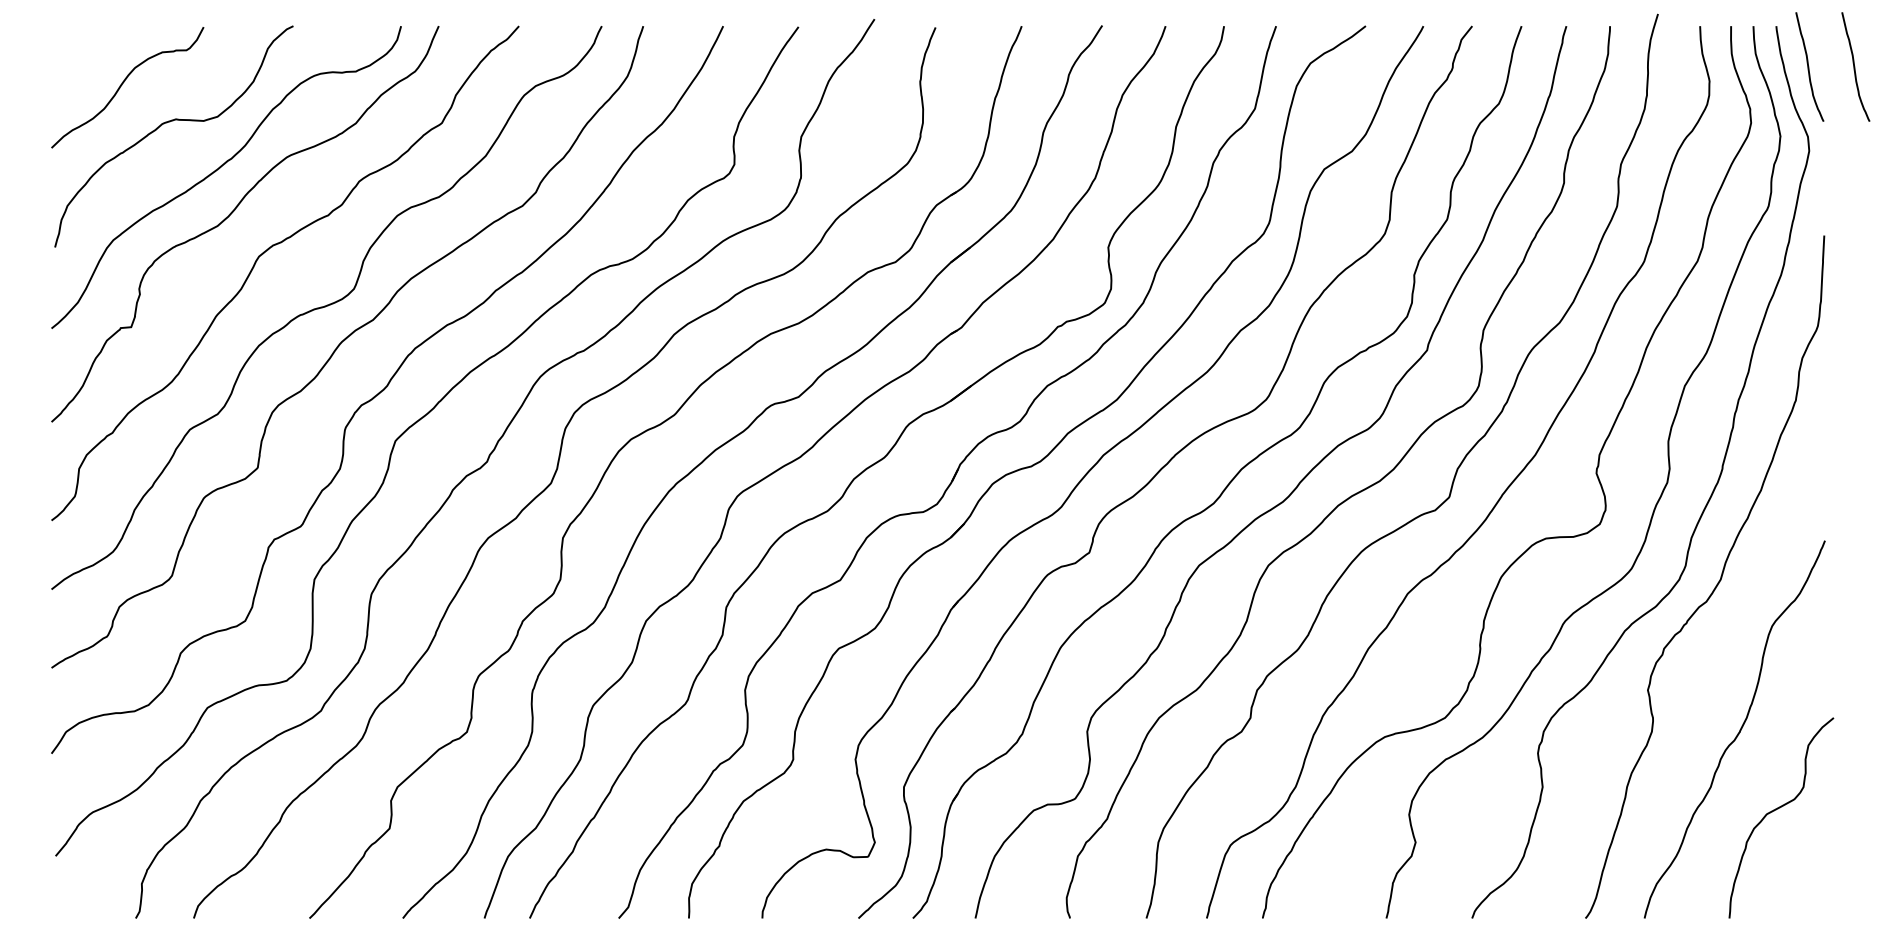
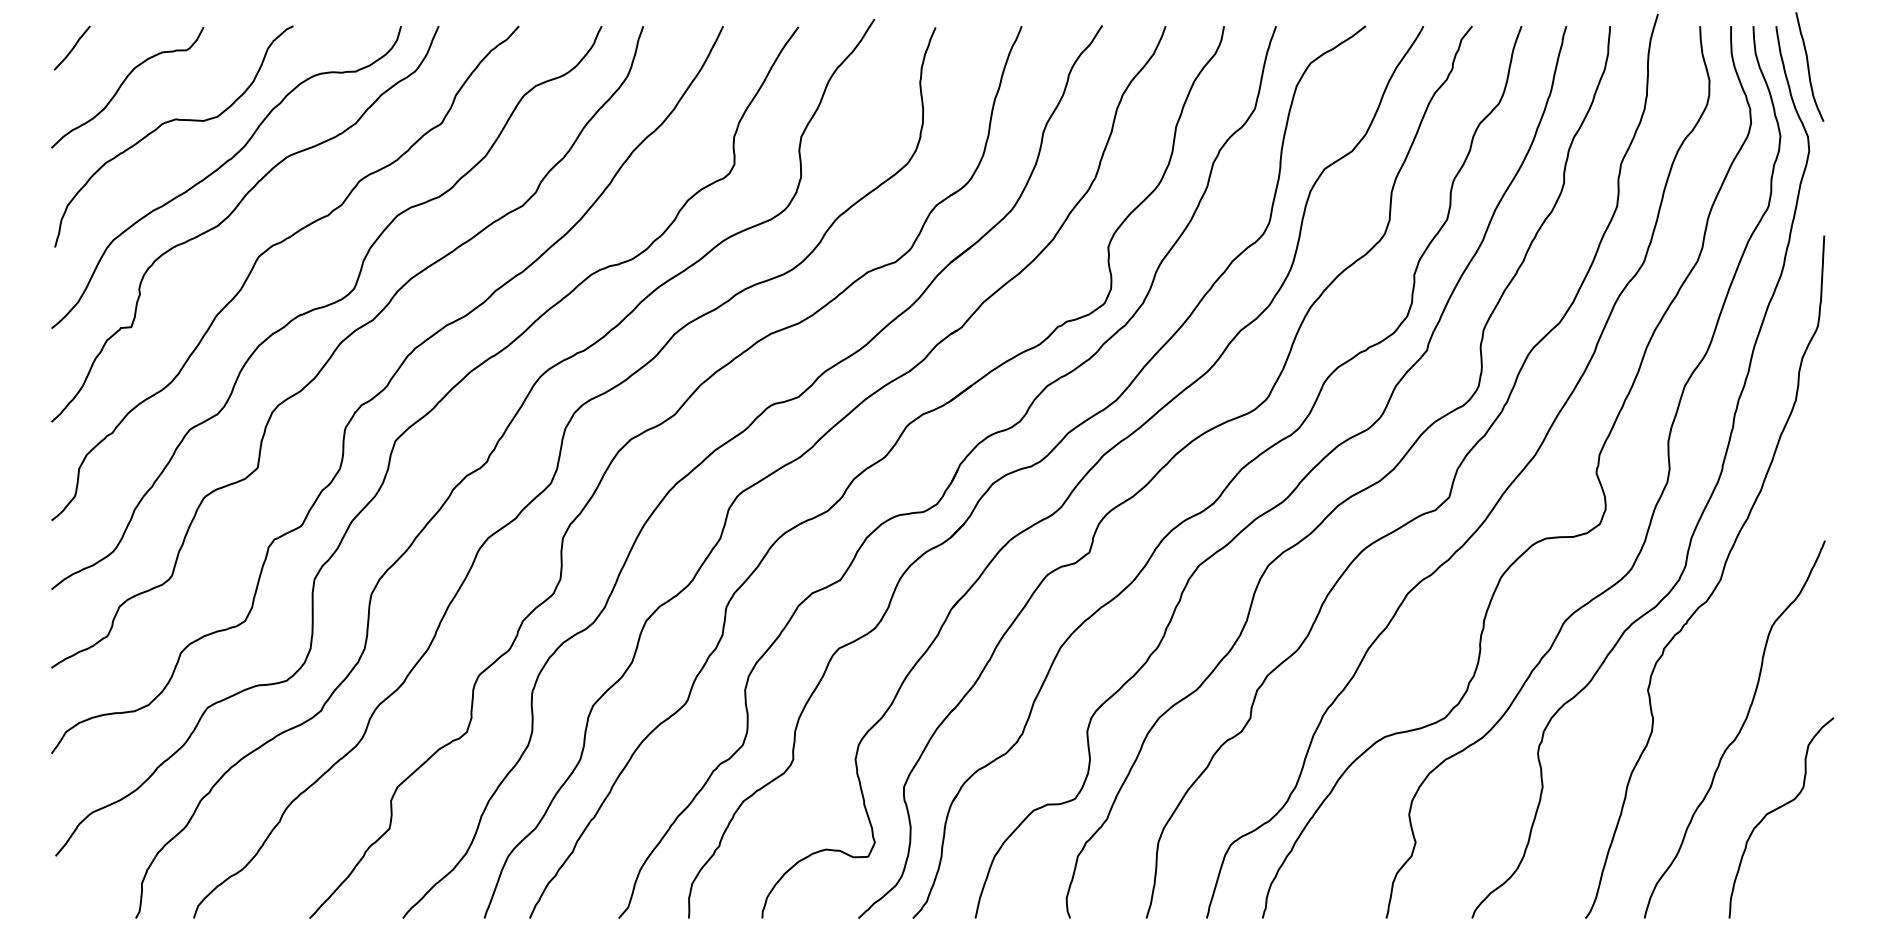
curve at (72, 47): none -> present
curve at (1855, 66): present -> none
